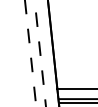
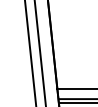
line at (30, 53): dashed -> solid
line at (40, 54): dashed -> solid
